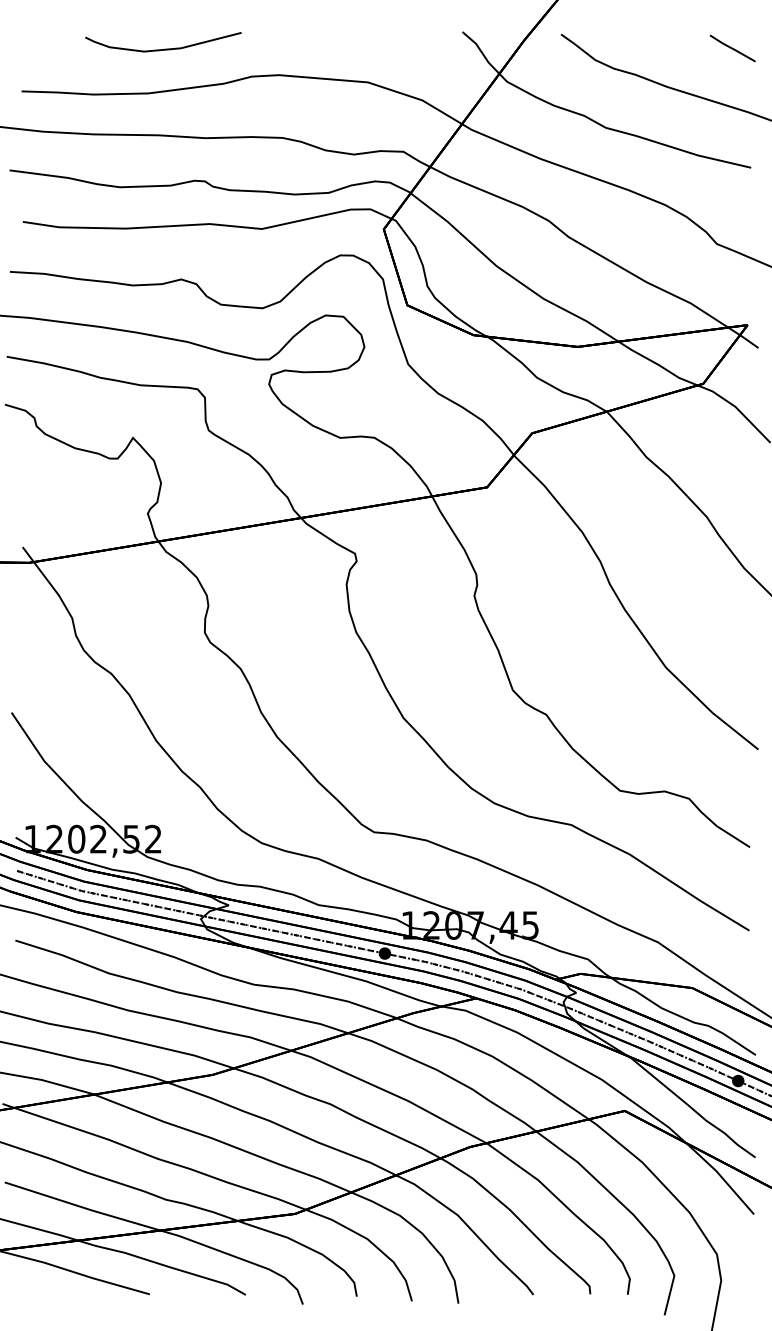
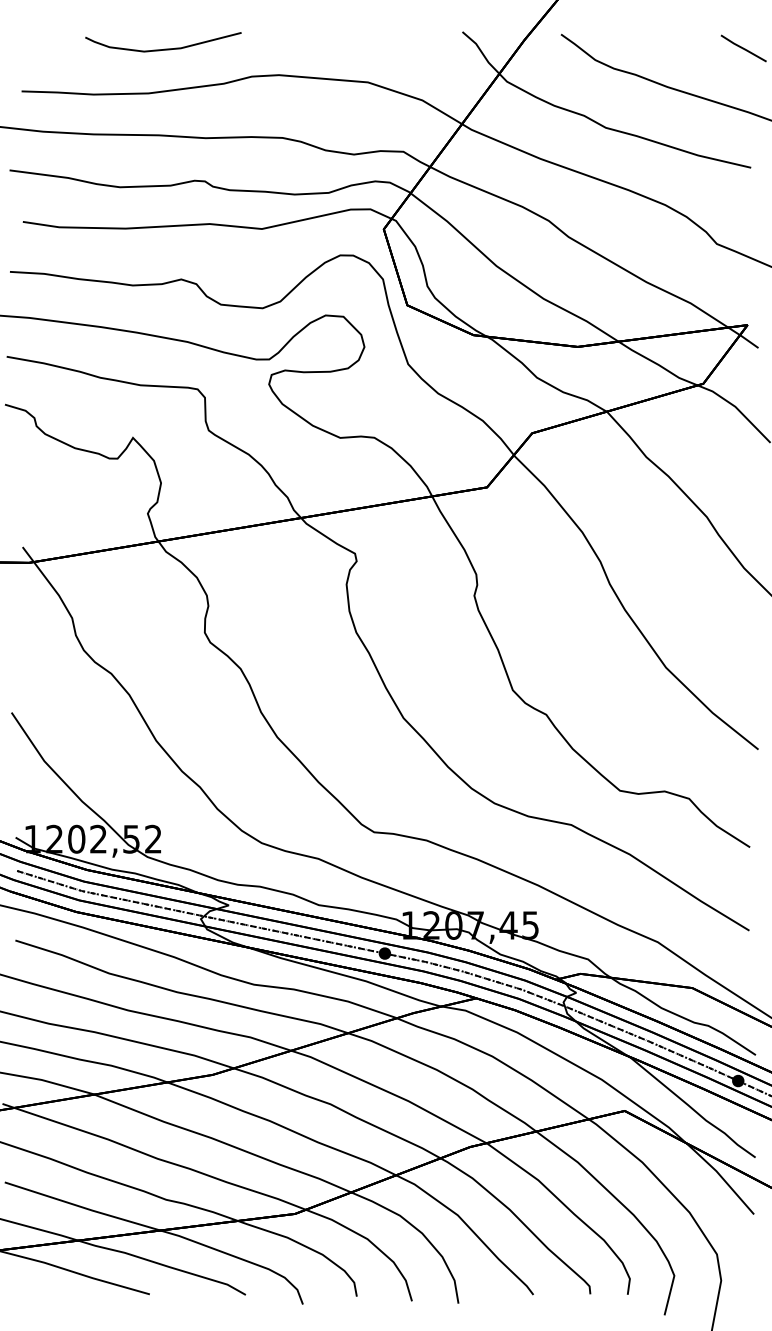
line at (732, 48) position: (732, 48) -> (743, 48)
